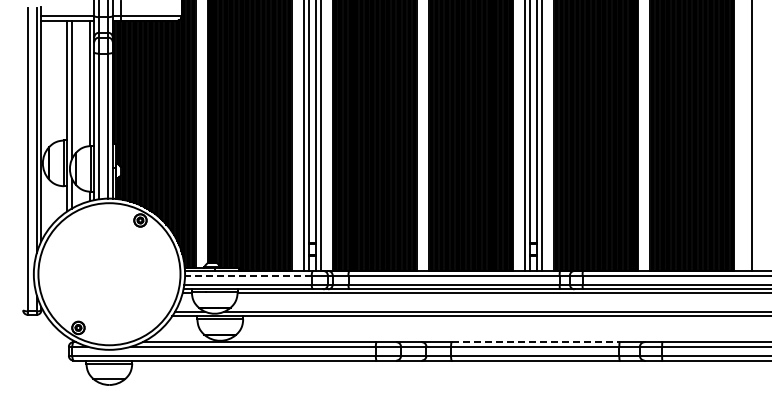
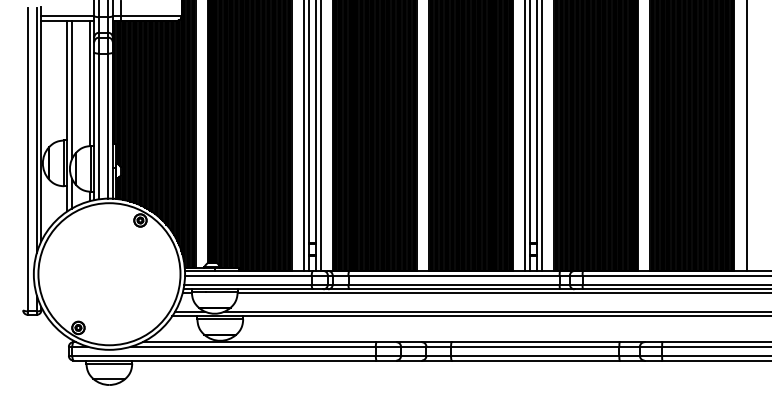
line at (751, 136) position: (751, 136) -> (746, 136)
line at (247, 275): dashed -> solid
line at (536, 342): dashed -> solid
